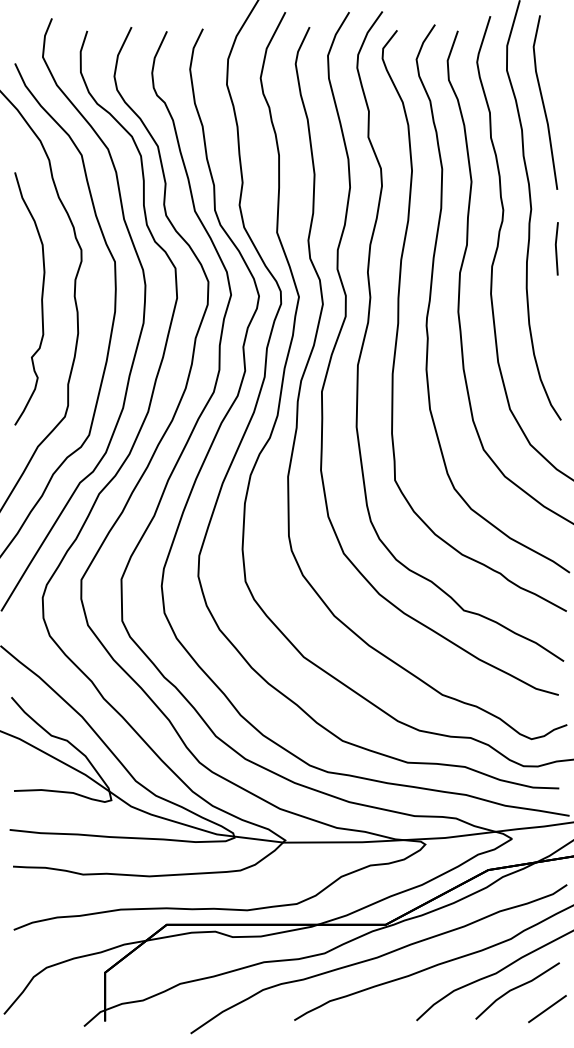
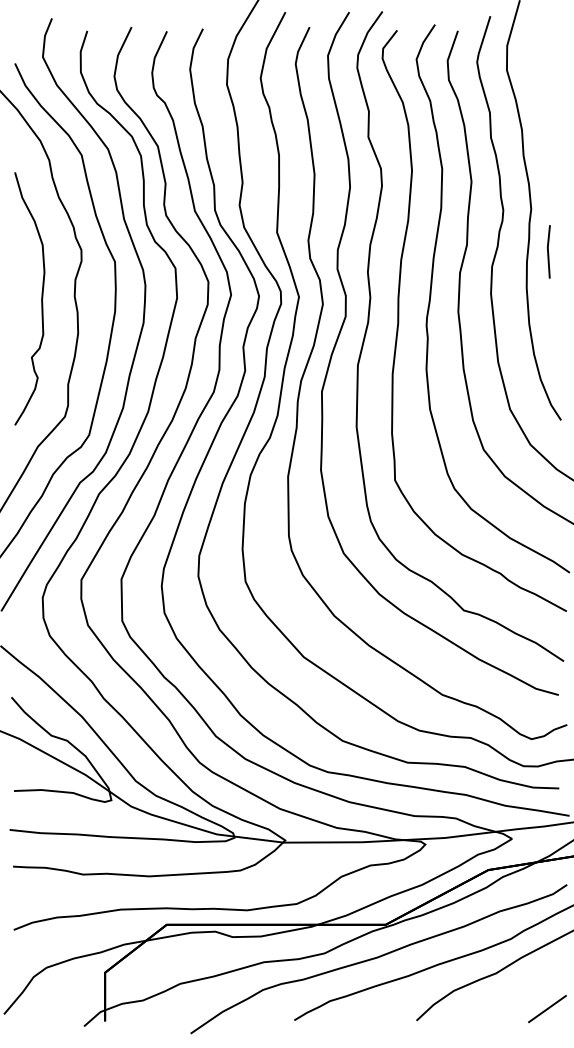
line at (544, 103): present -> none
line at (556, 248) position: (556, 248) -> (548, 251)
line at (517, 988): present -> none
